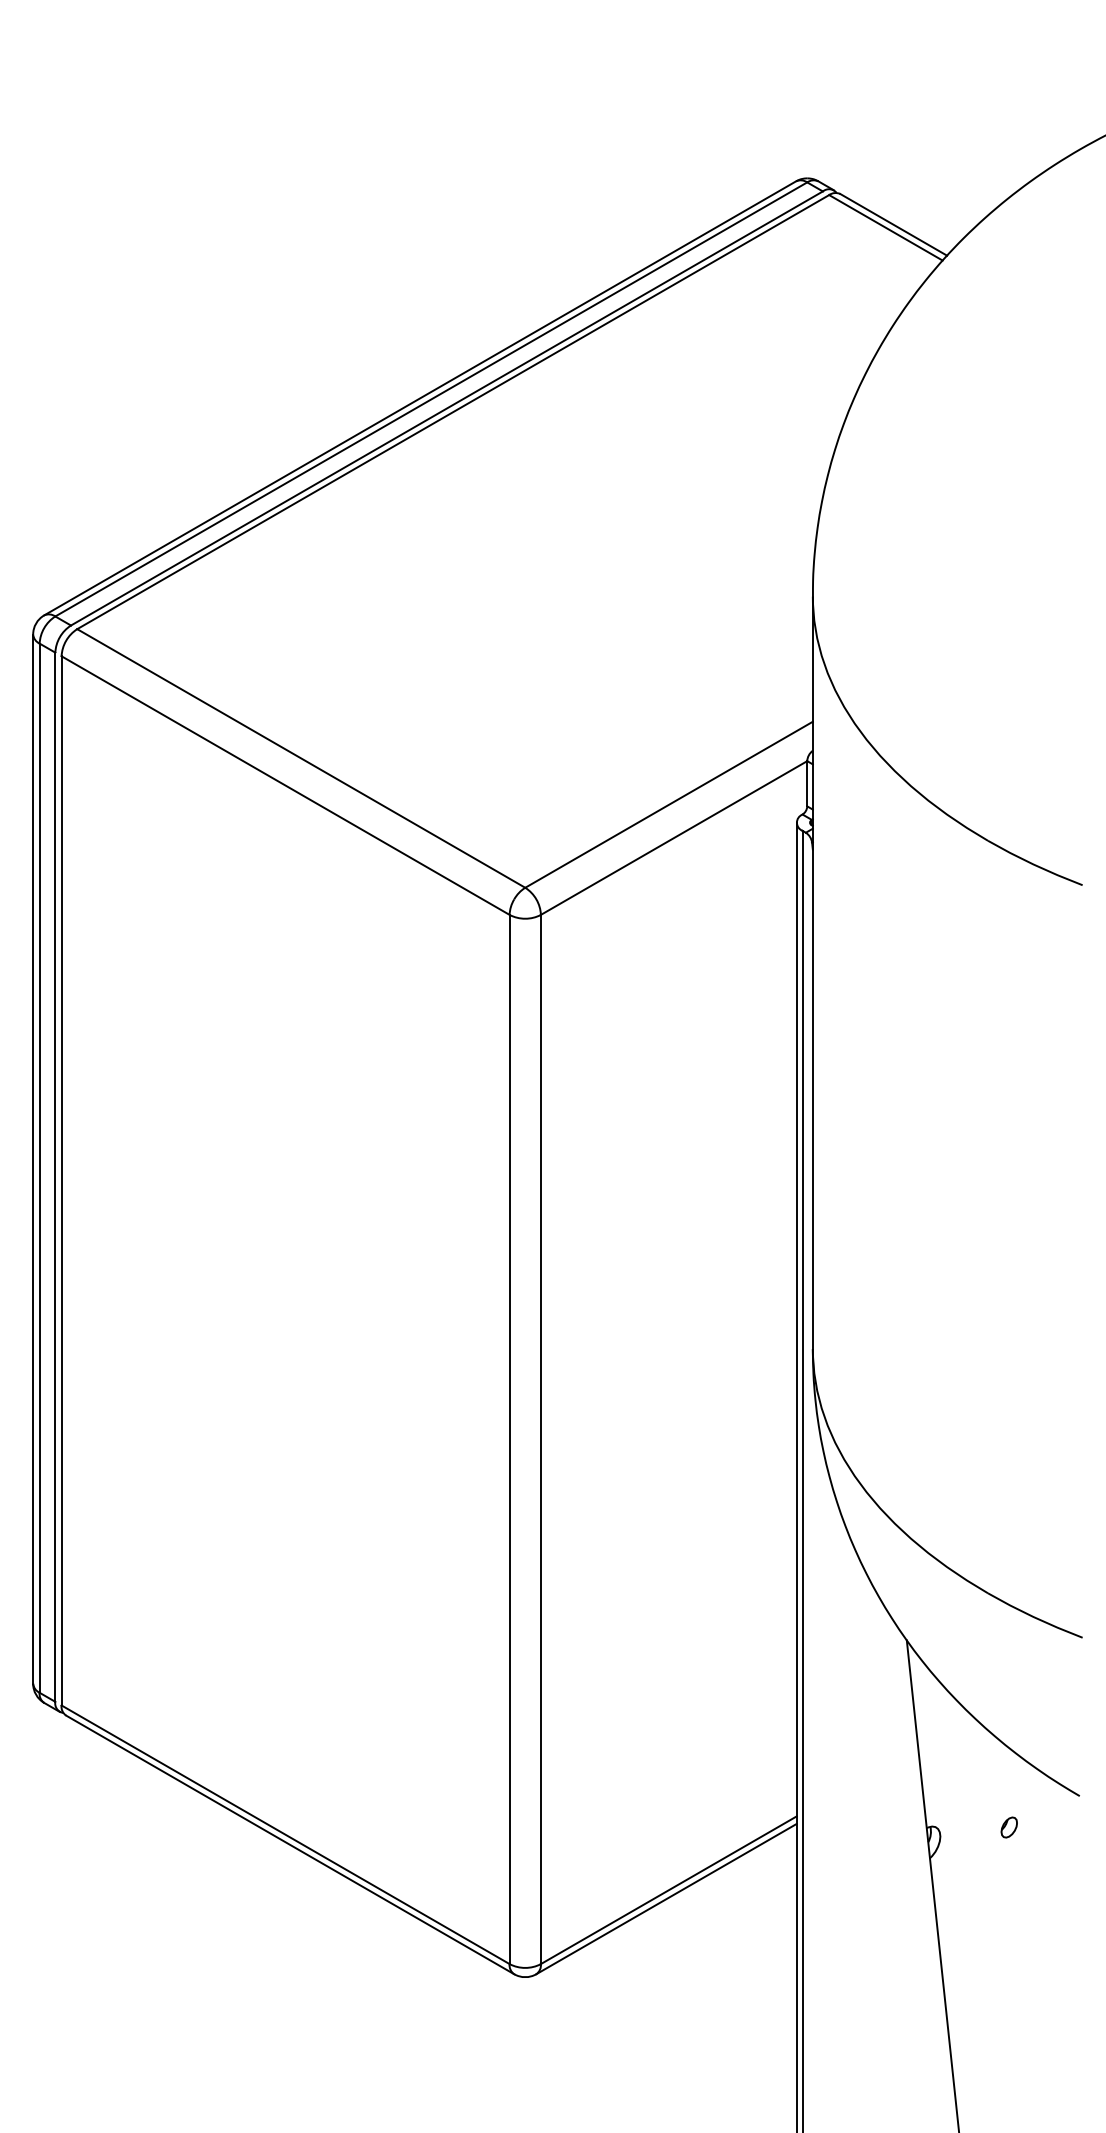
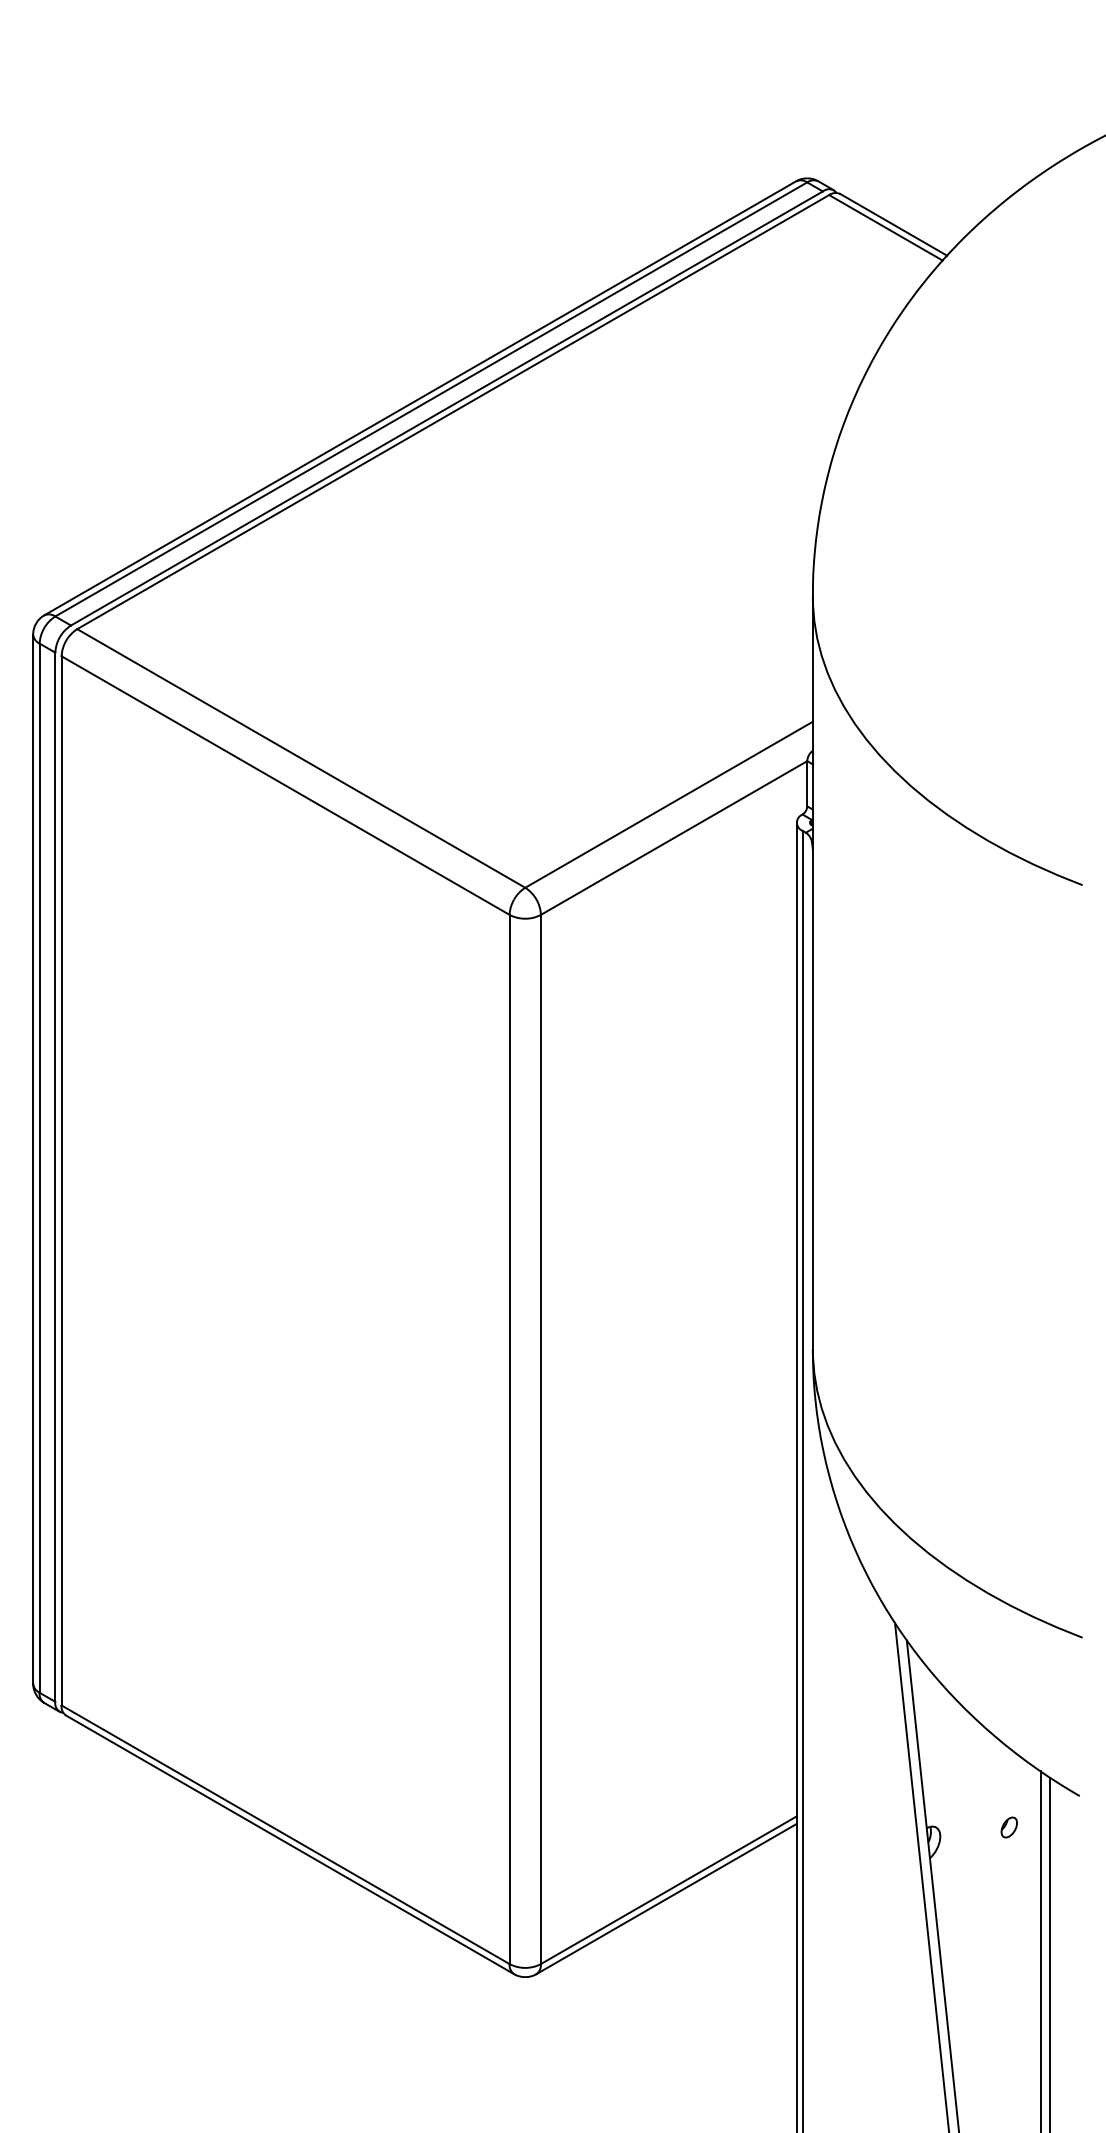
line at (921, 1875): none -> present
line at (1040, 1950): none -> present
line at (1050, 1953): none -> present
